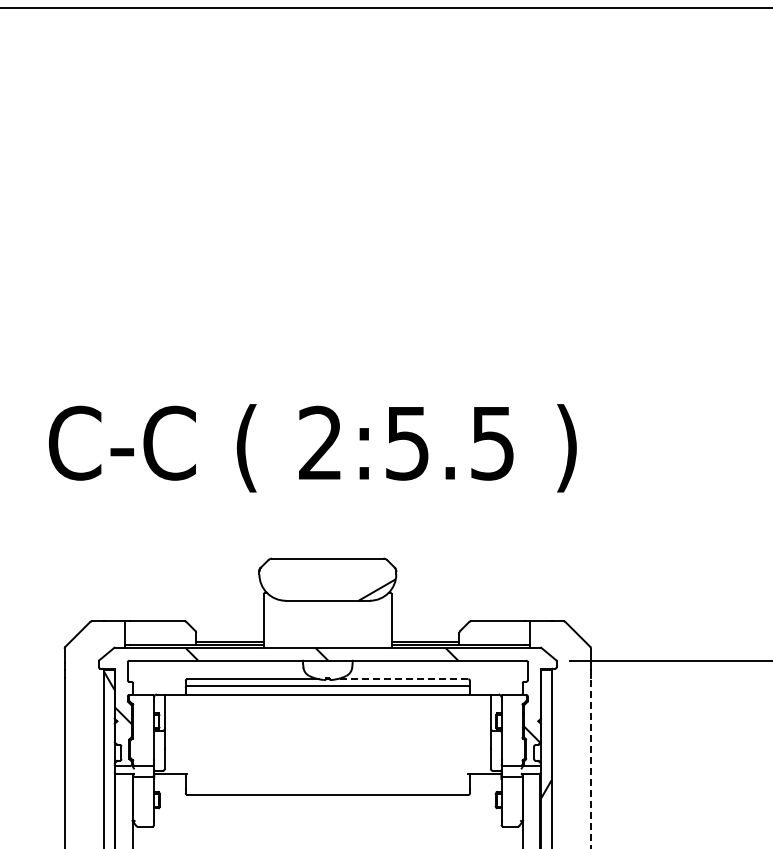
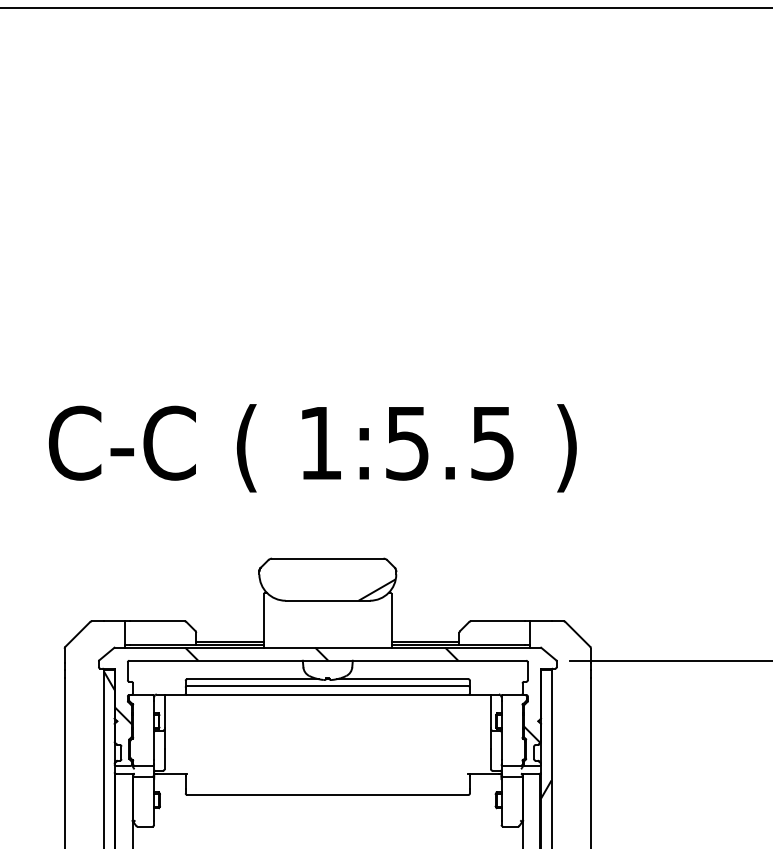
text at (319, 442): 2:5.5 -> 1:5.5
line at (402, 679): dashed -> solid
line at (591, 763): dashed -> solid
